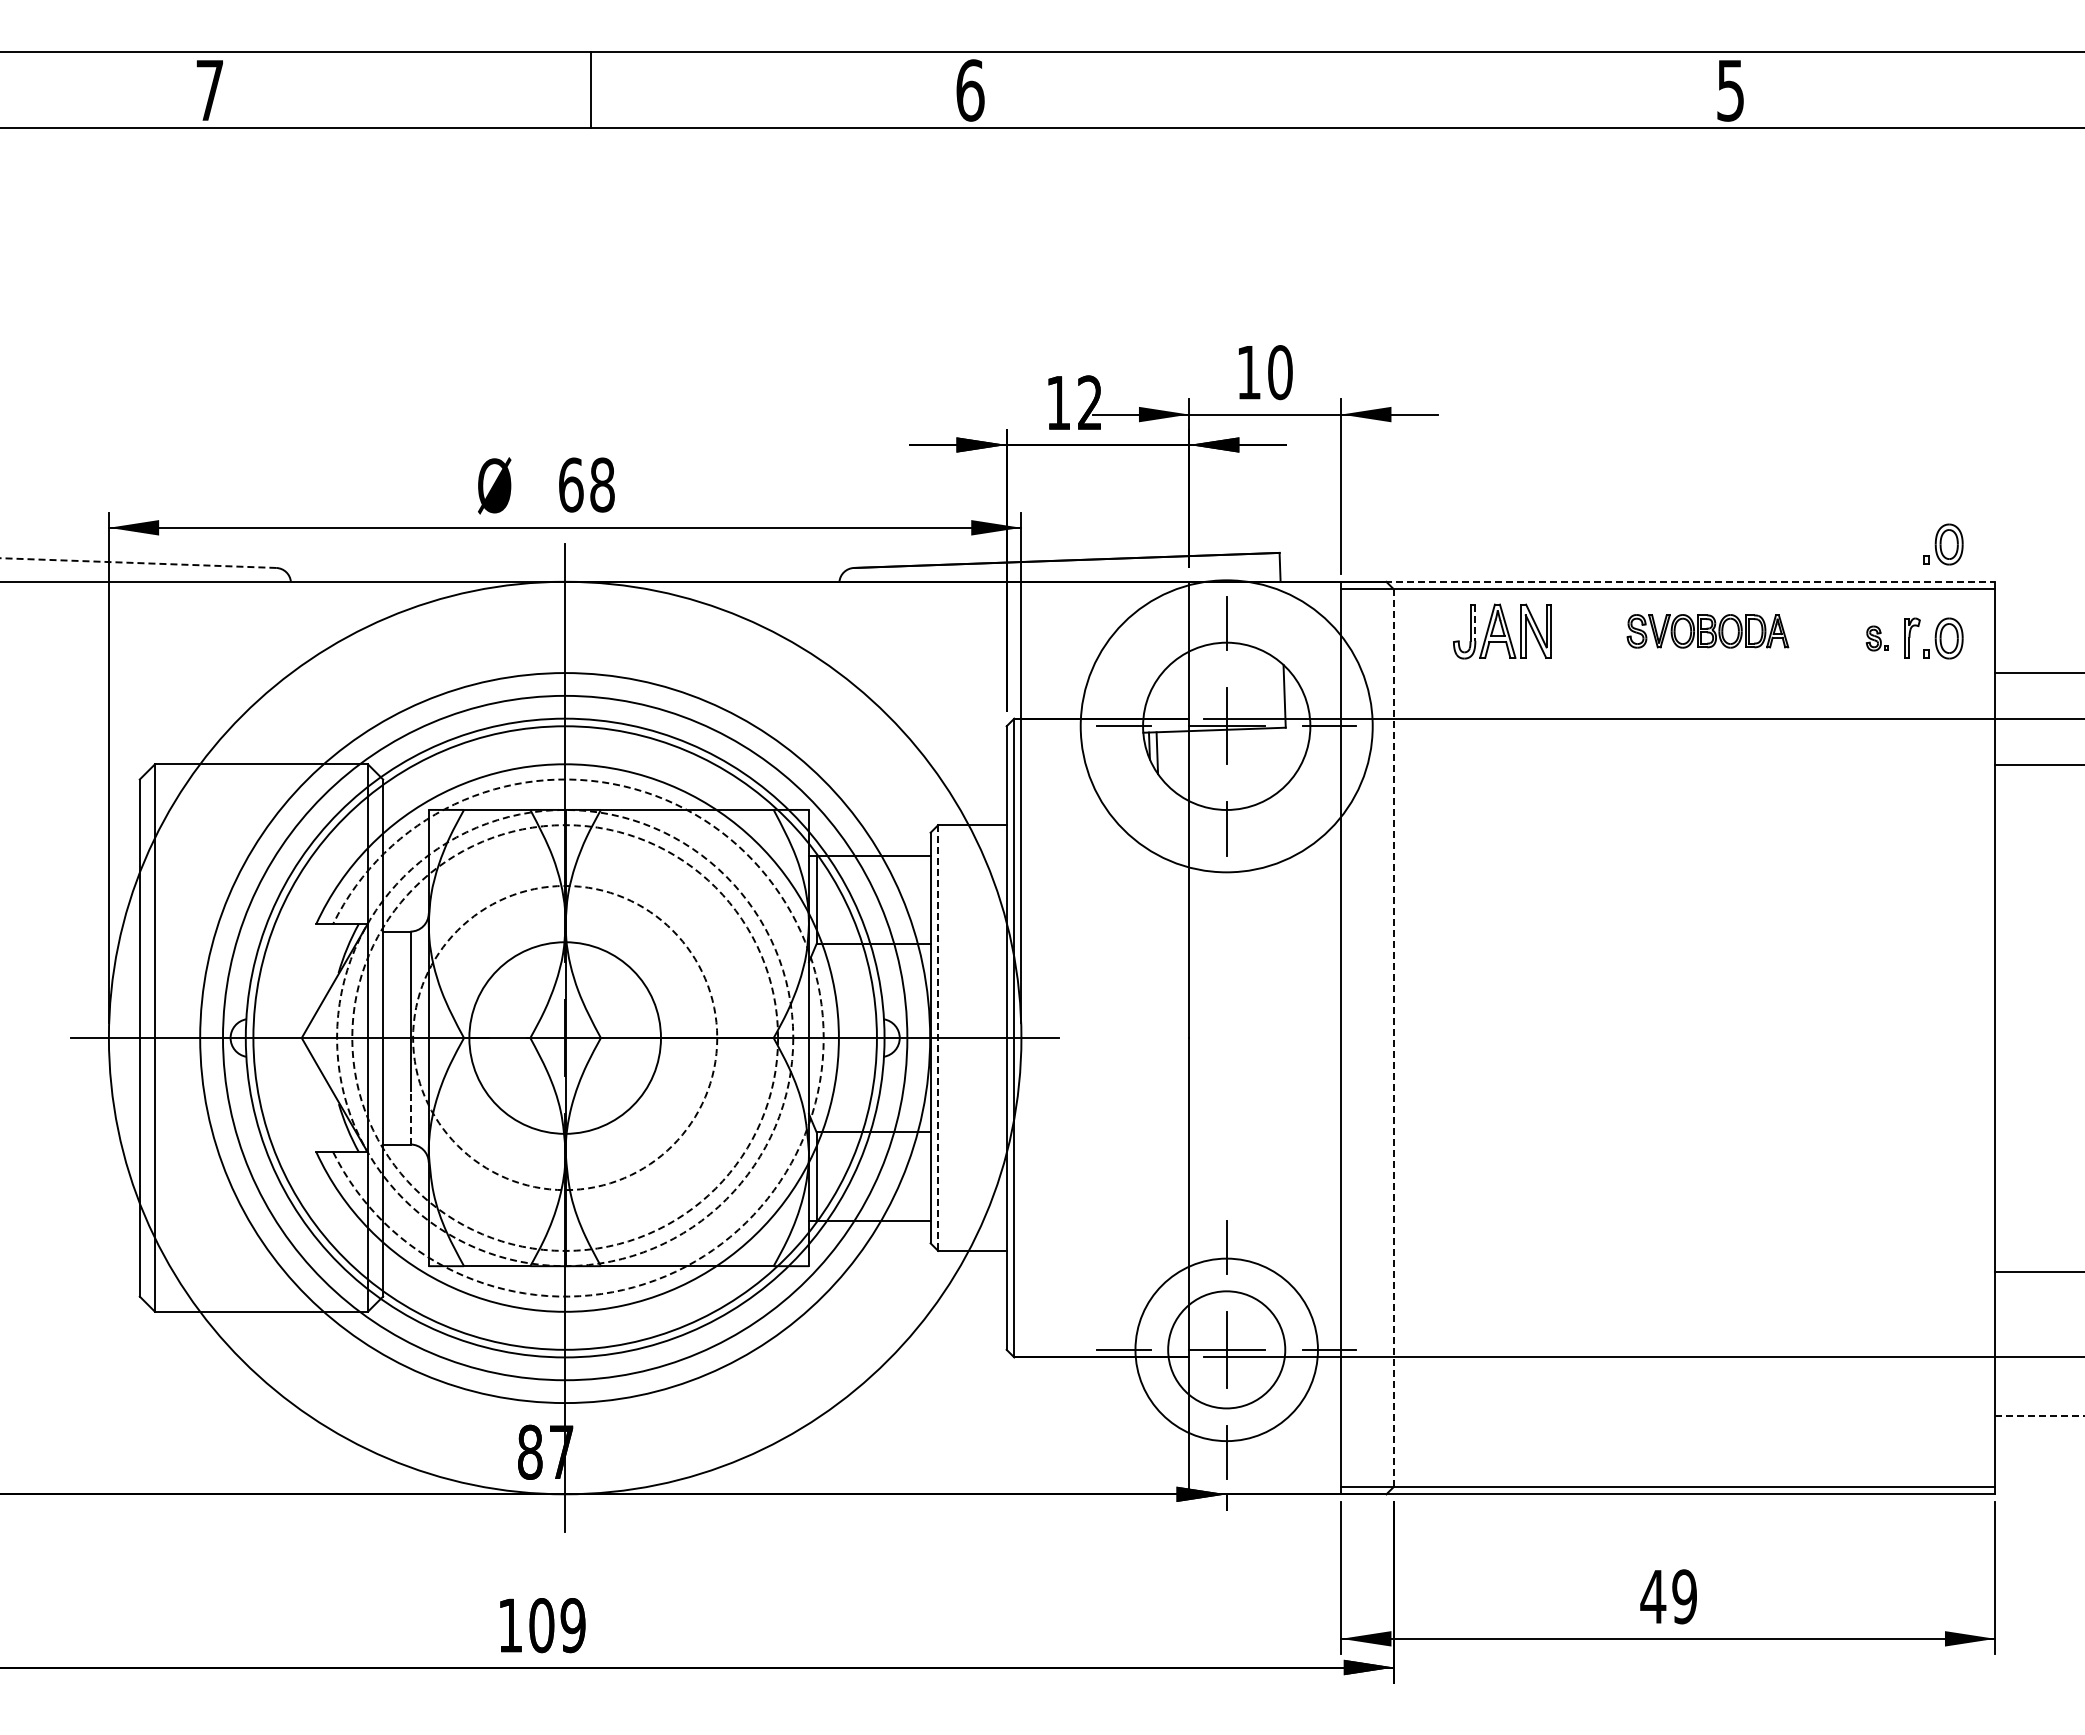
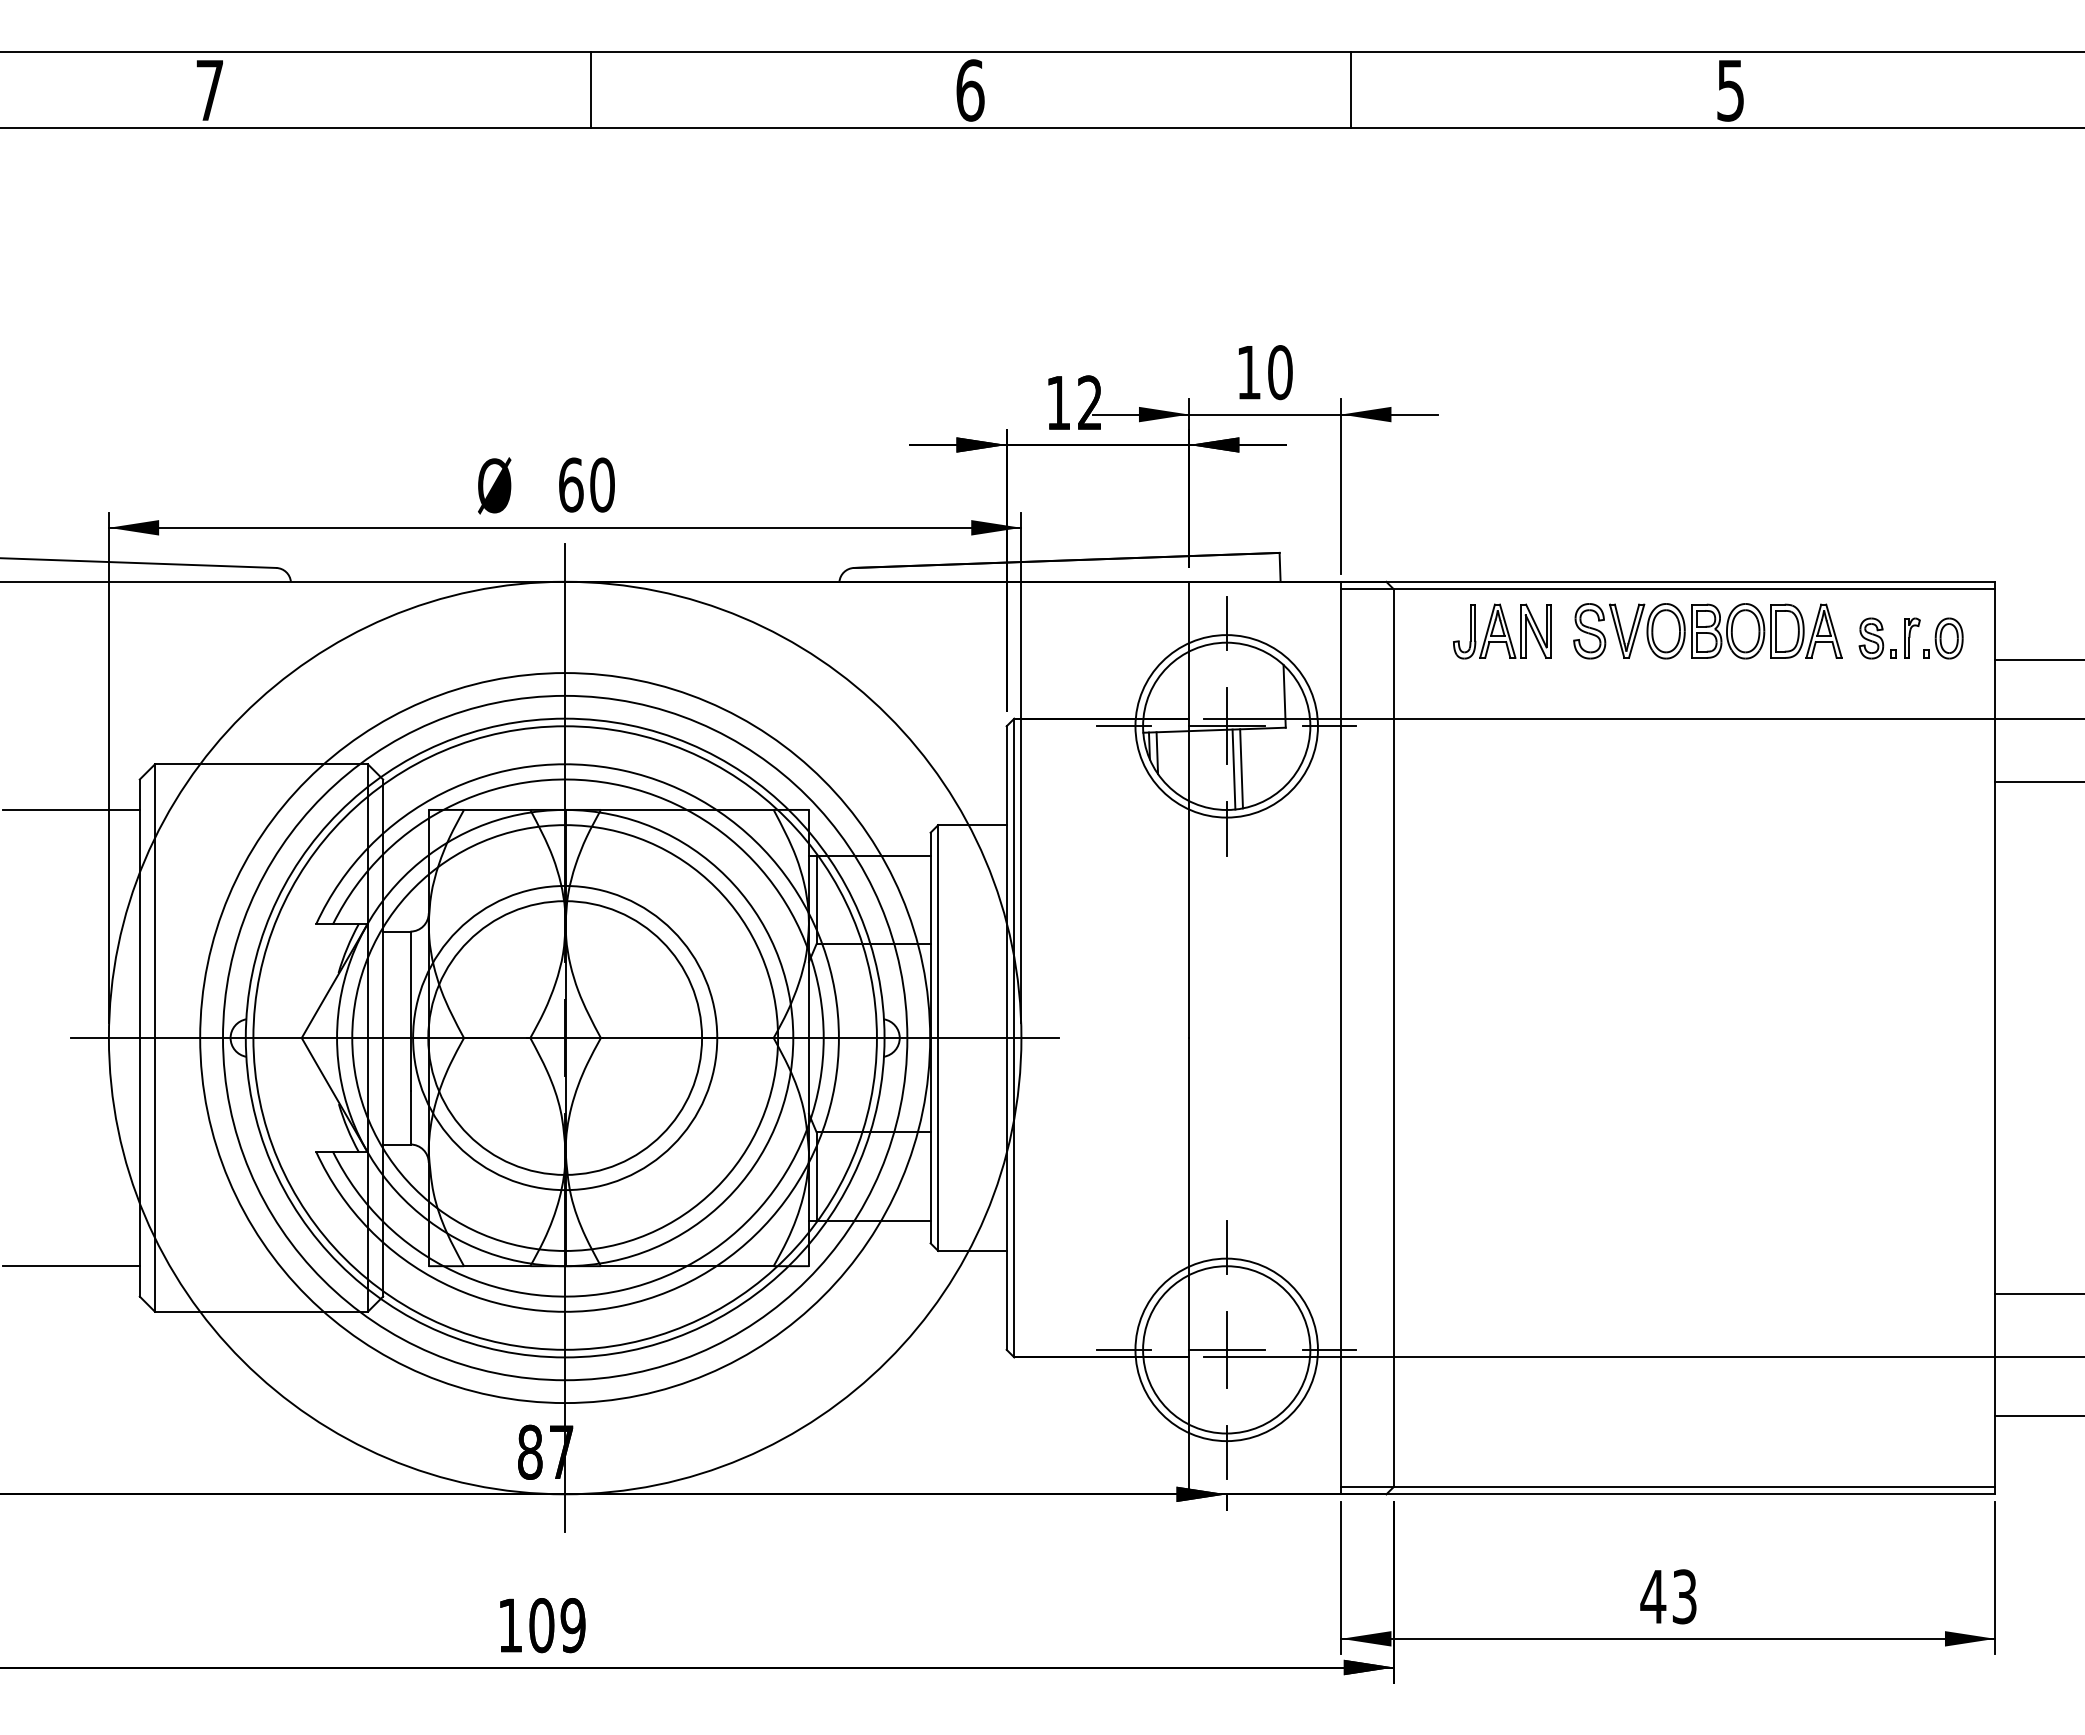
line at (1351, 90): none -> present
text at (602, 484): 68 -> 60
part at (1943, 544): present -> none
line at (138, 563): dashed -> solid
line at (1668, 581): dashed -> solid
line at (1475, 623): dashed -> solid
part at (1707, 631) size: 164x35 px -> 270x57 px
part at (1876, 638) size: 24x27 px -> 39x43 px
line at (2038, 673) position: (2038, 673) -> (2038, 660)
circle at (1226, 726) diameter: 292 px -> 182 px
line at (2038, 764) position: (2038, 764) -> (2038, 781)
line at (1241, 768): none -> present
line at (1233, 769): none -> present
line at (70, 809): none -> present
circle at (564, 1037) diameter: 192 px -> 274 px
circle at (565, 1037): dashed -> solid
circle at (565, 1037): dashed -> solid
circle at (565, 1037): dashed -> solid
arc at (823, 1038): dashed -> solid
line at (938, 1038): dashed -> solid
line at (1394, 1038): dashed -> solid
line at (410, 1117): dashed -> solid
line at (70, 1266): none -> present
line at (2038, 1272) position: (2038, 1272) -> (2038, 1294)
circle at (1226, 1349) diameter: 117 px -> 167 px
line at (2040, 1416): dashed -> solid
text at (1684, 1596): 49 -> 43
